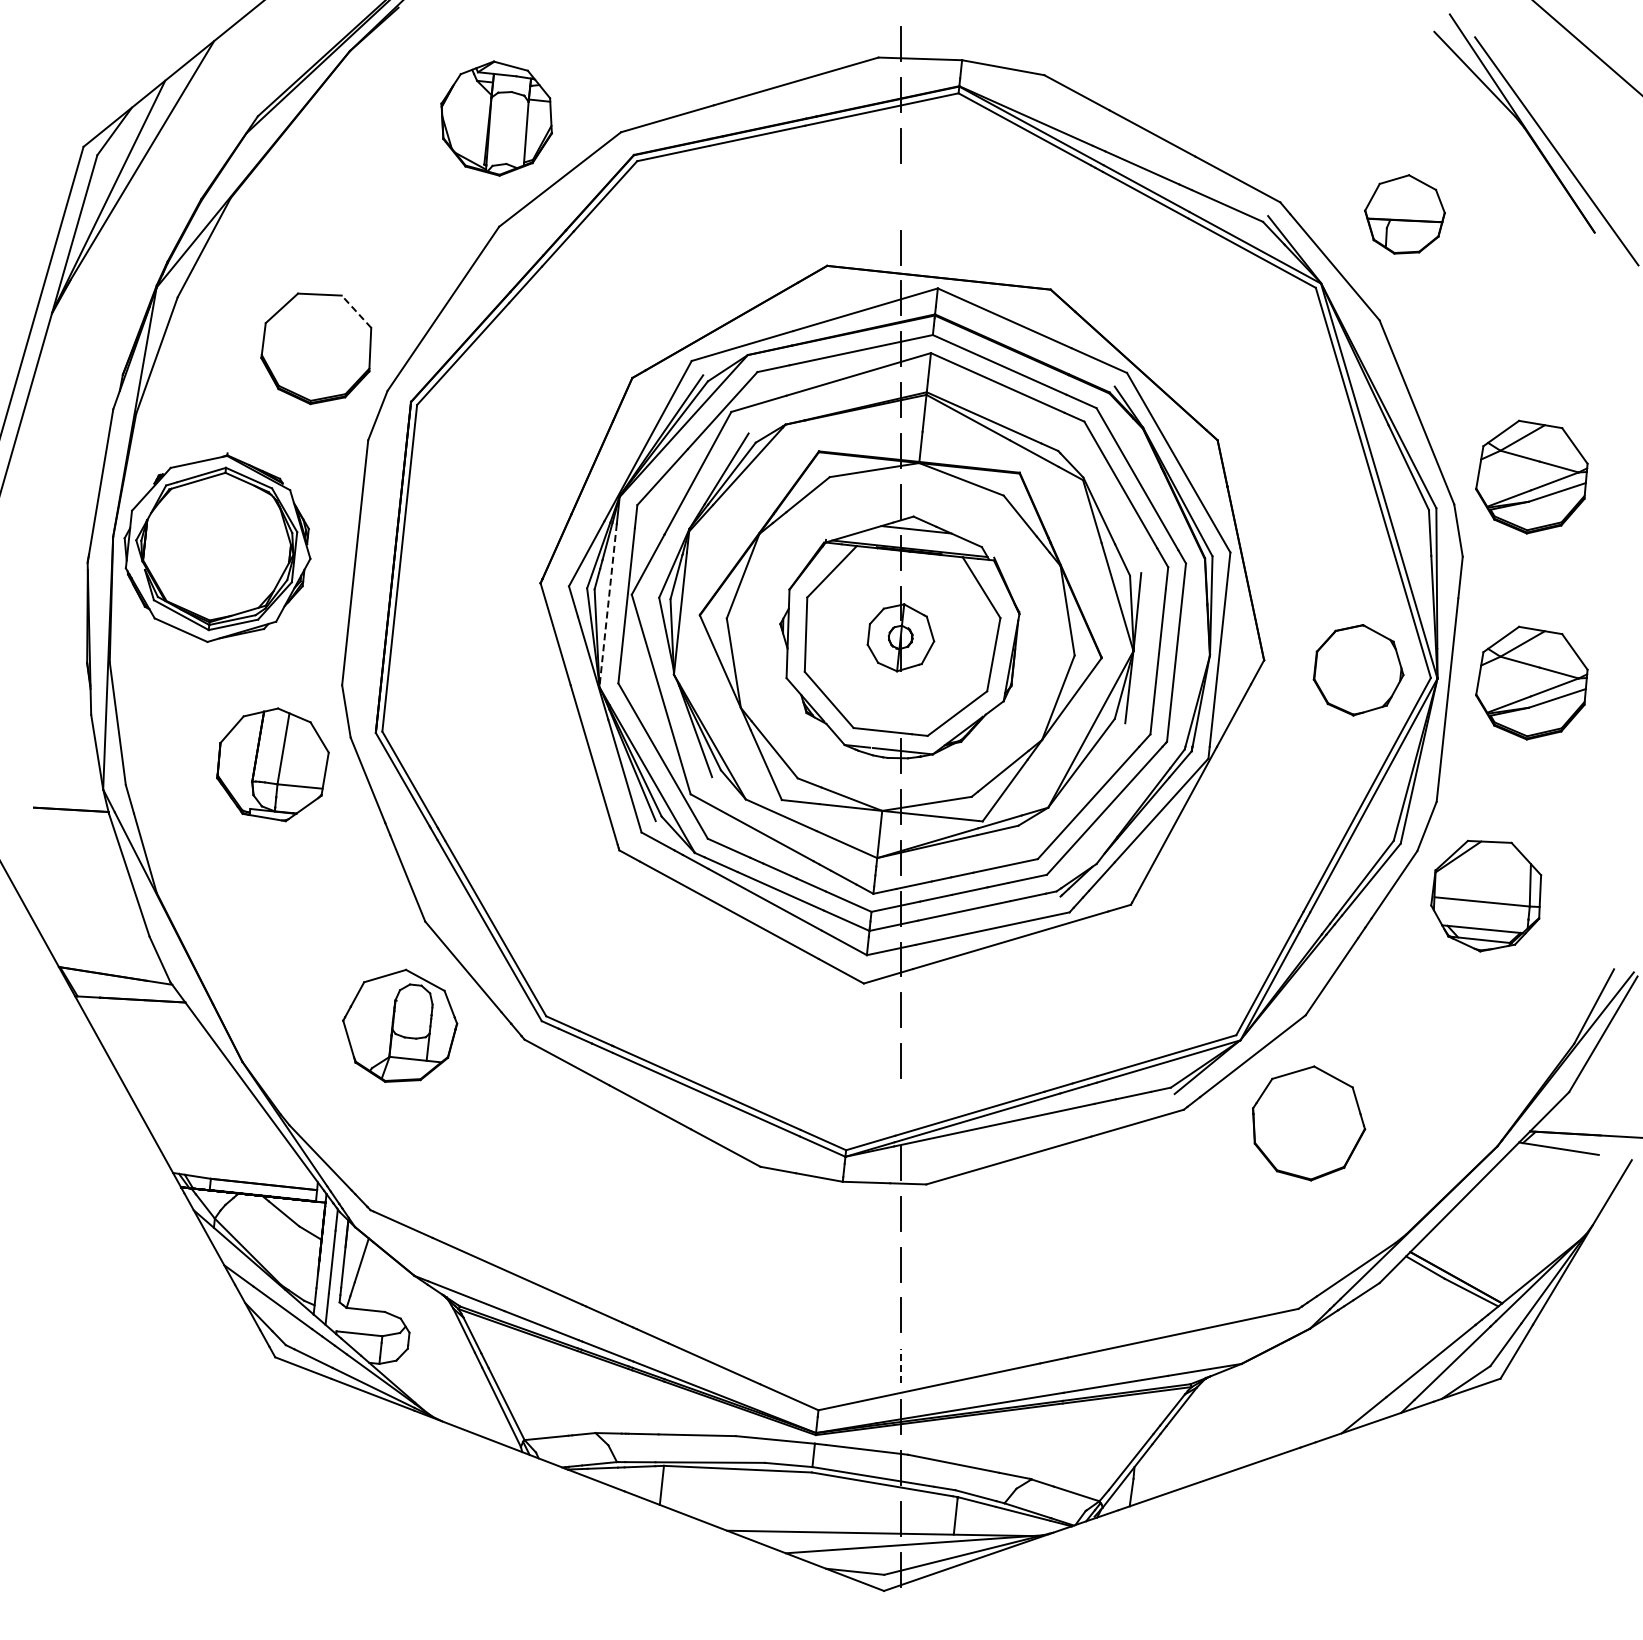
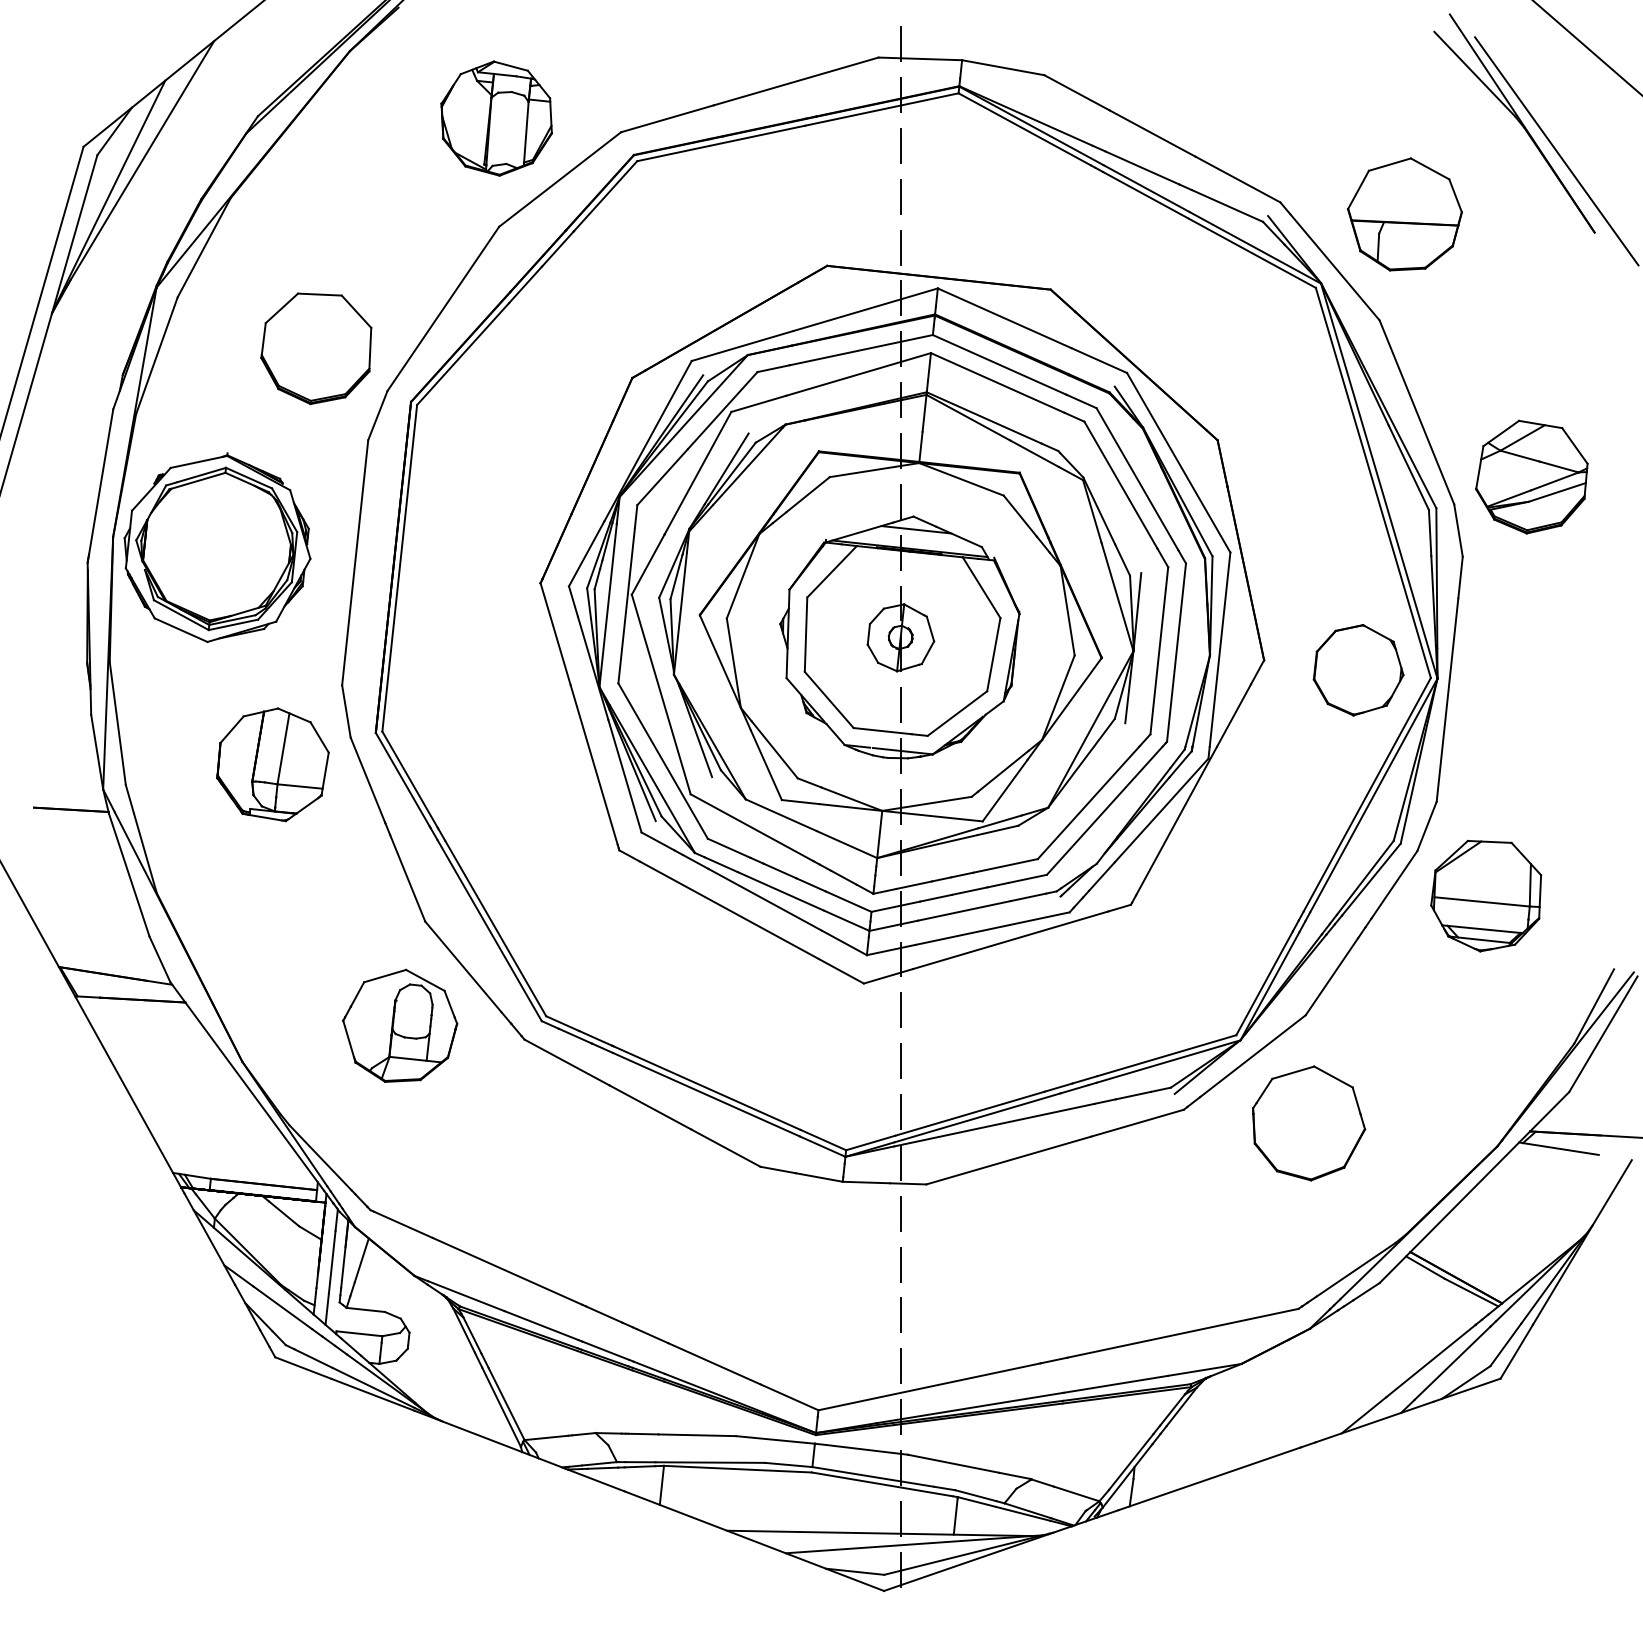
line at (900, 196): none -> present
part at (1404, 214) size: 82x81 px -> 116x115 px
line at (356, 311): dashed -> solid
line at (608, 606): dashed -> solid
part at (1531, 682): present -> none
line at (900, 705): none -> present
line at (900, 1111): none -> present
line at (900, 1366): dashed -> solid
